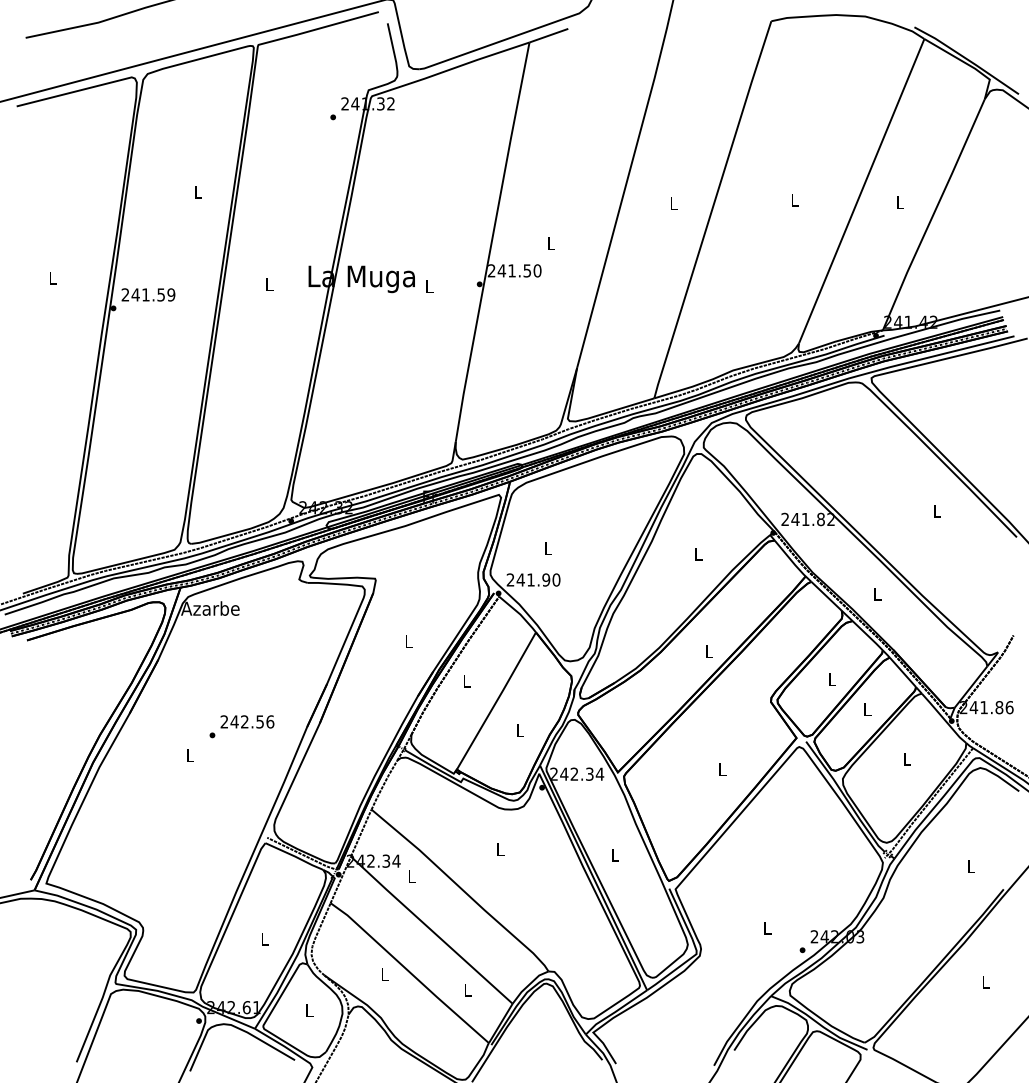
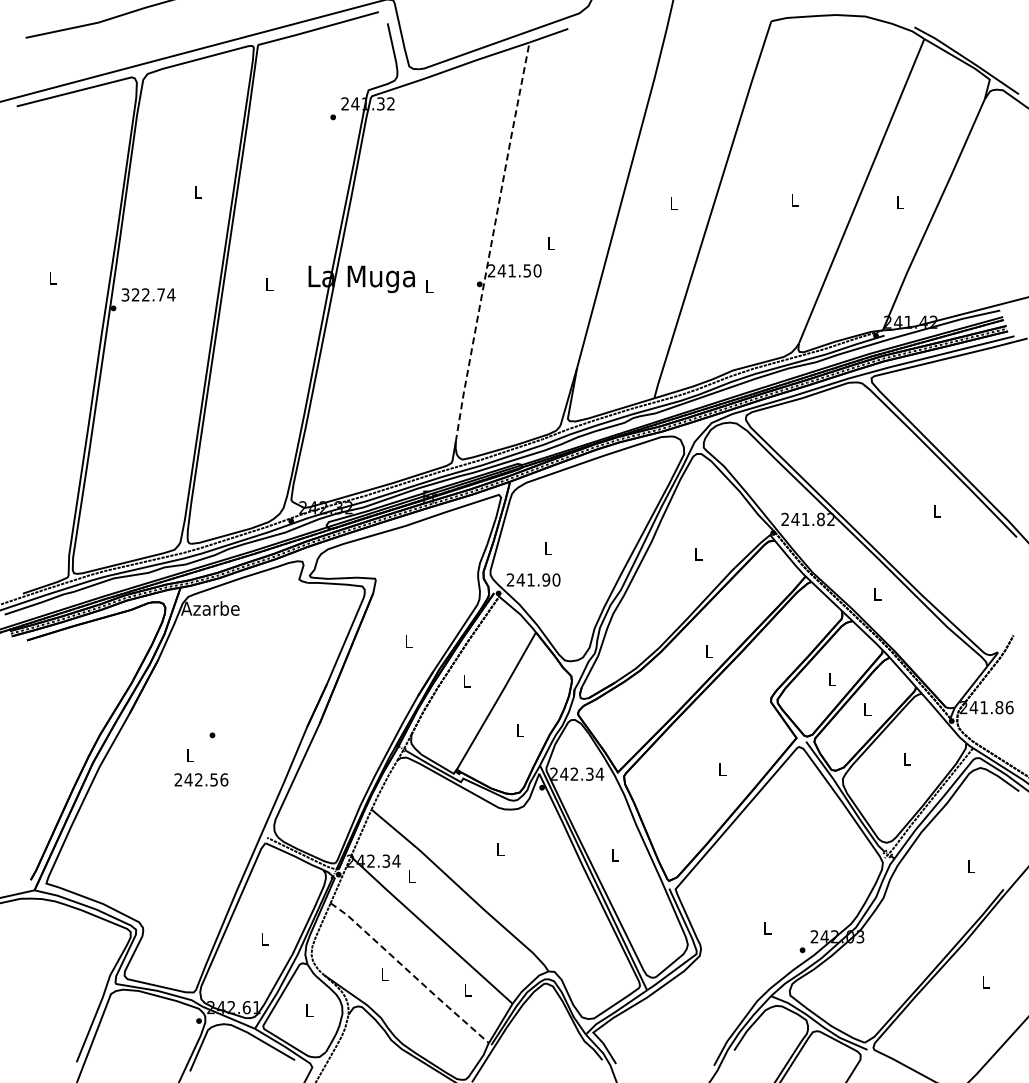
line at (491, 242): solid -> dashed
text at (148, 294): 241.59 -> 322.74
text at (247, 721) position: (247, 721) -> (201, 779)
line at (410, 973): solid -> dashed
